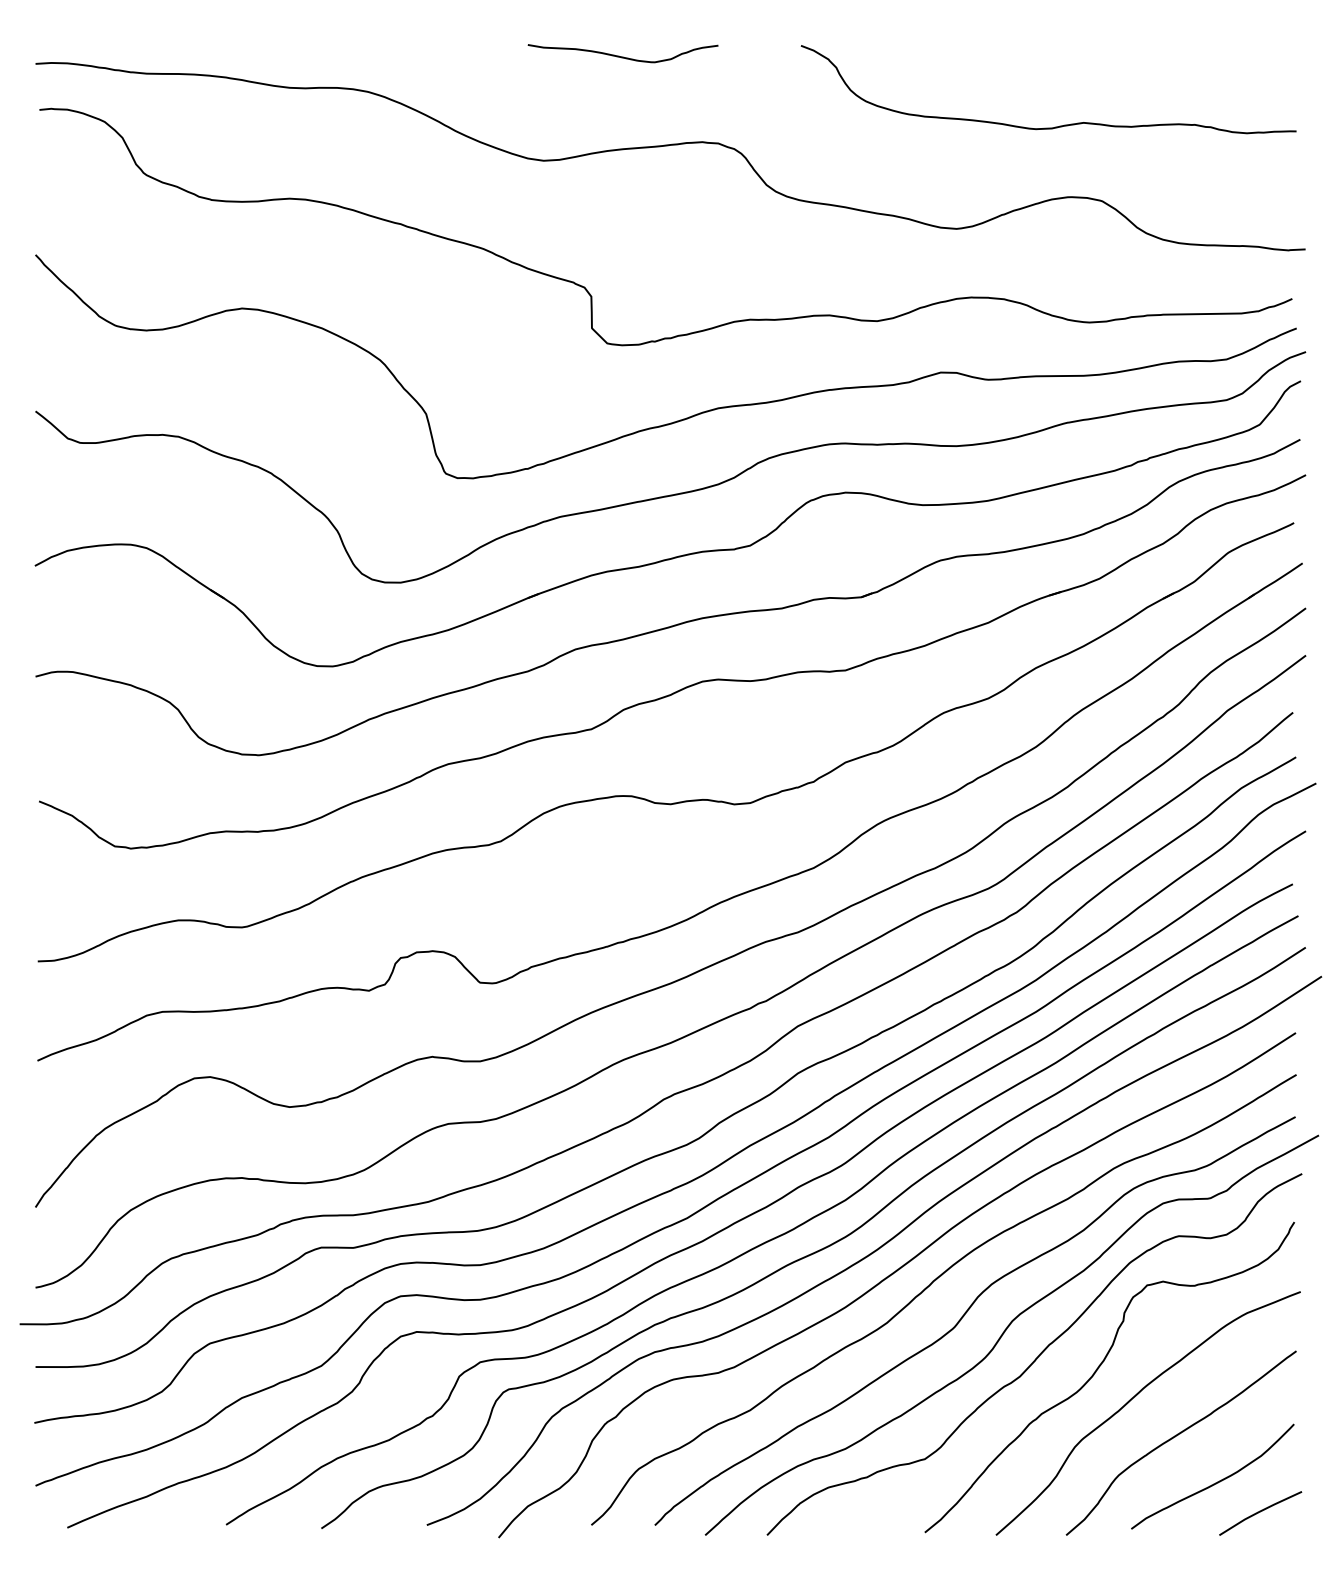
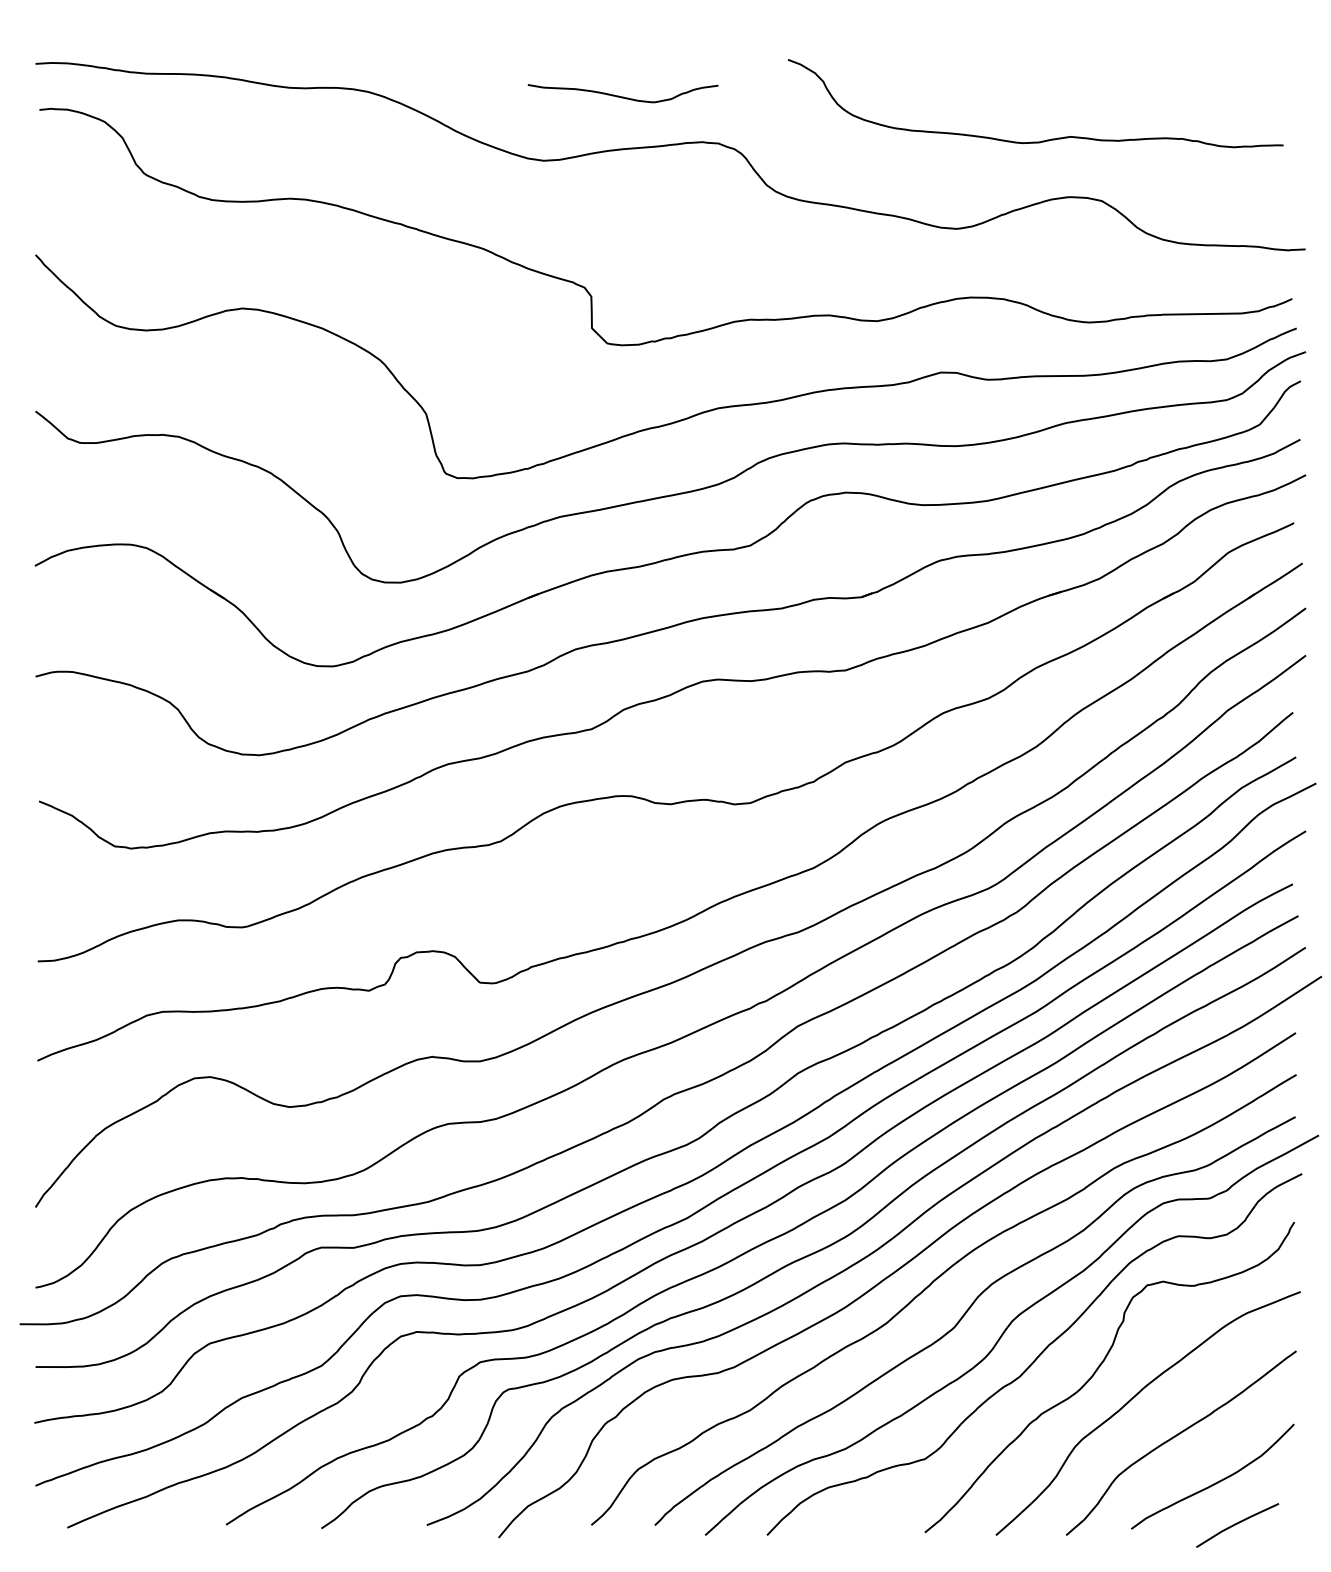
curve at (622, 56) position: (622, 56) -> (622, 96)
curve at (1059, 125) position: (1059, 125) -> (1046, 139)
line at (1260, 1512) position: (1260, 1512) -> (1237, 1524)
